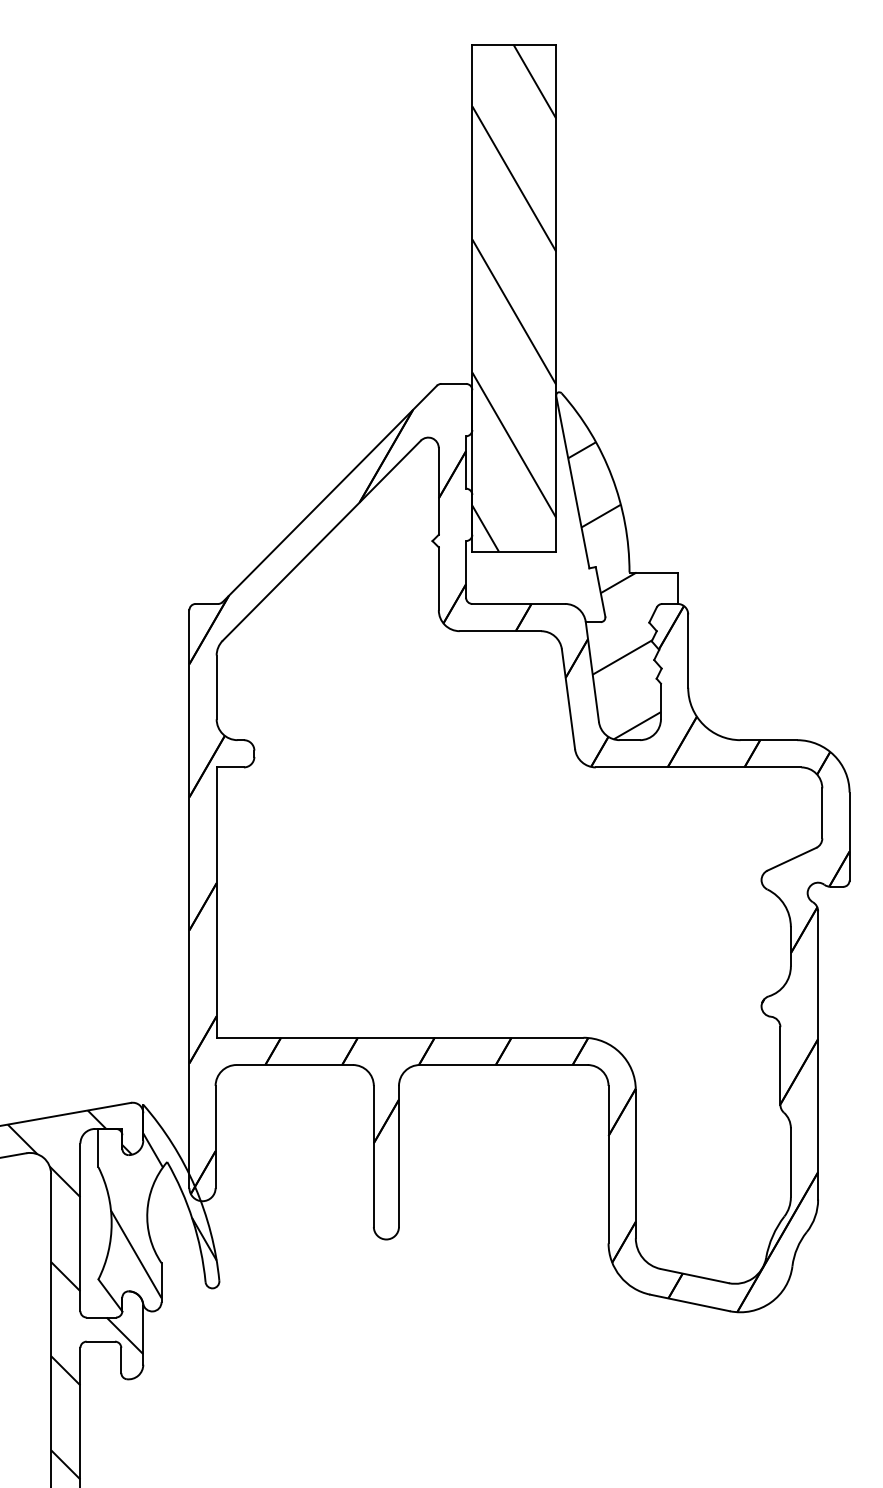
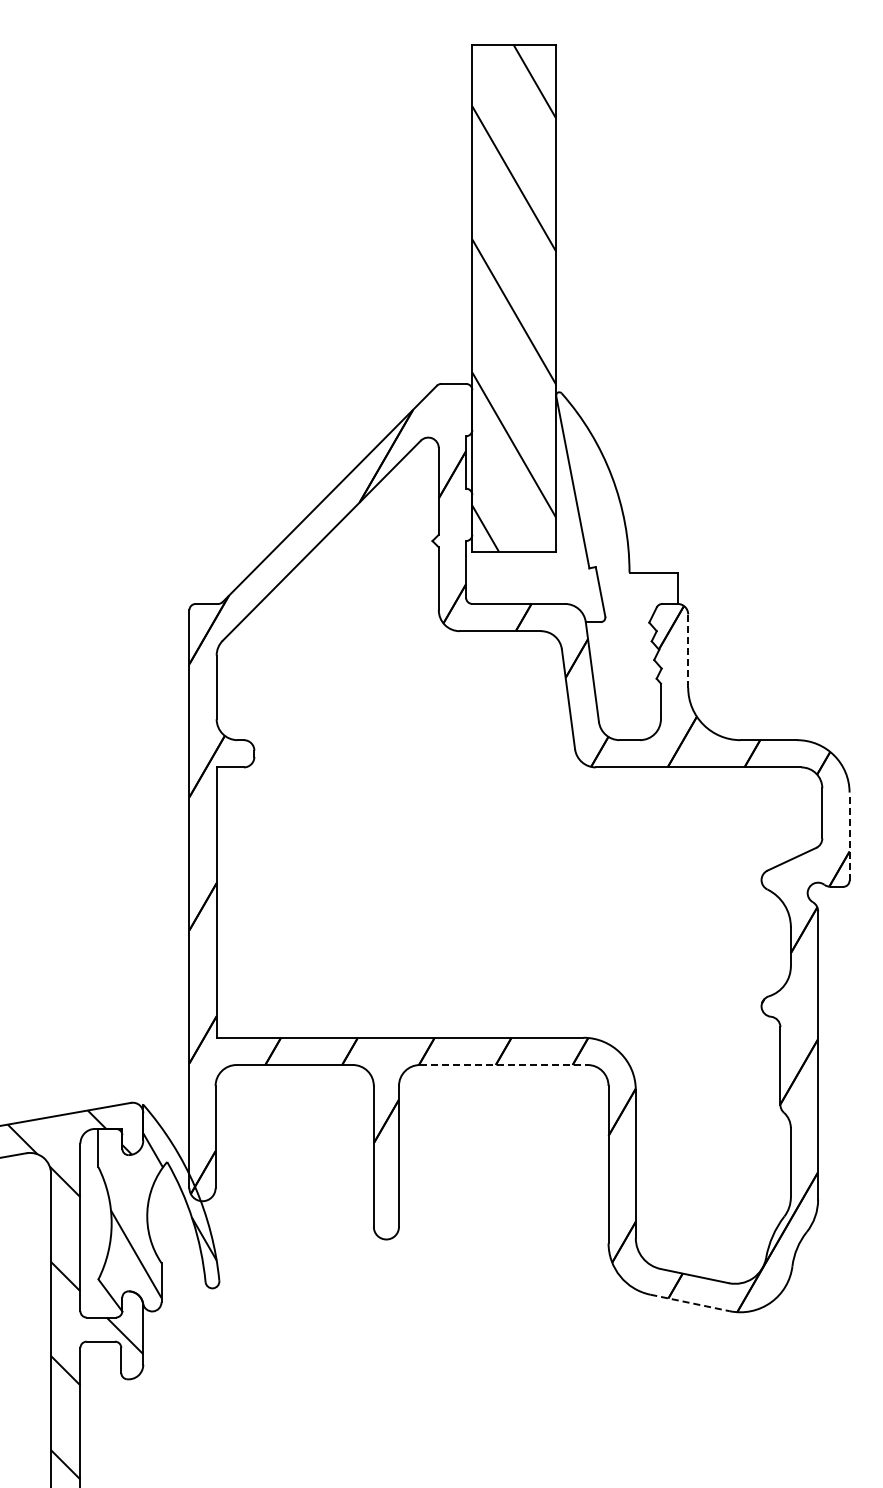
hatch at (614, 590): present -> none
line at (688, 651): solid -> dashed
line at (849, 836): solid -> dashed
line at (503, 1065): solid -> dashed
line at (690, 1302): solid -> dashed
